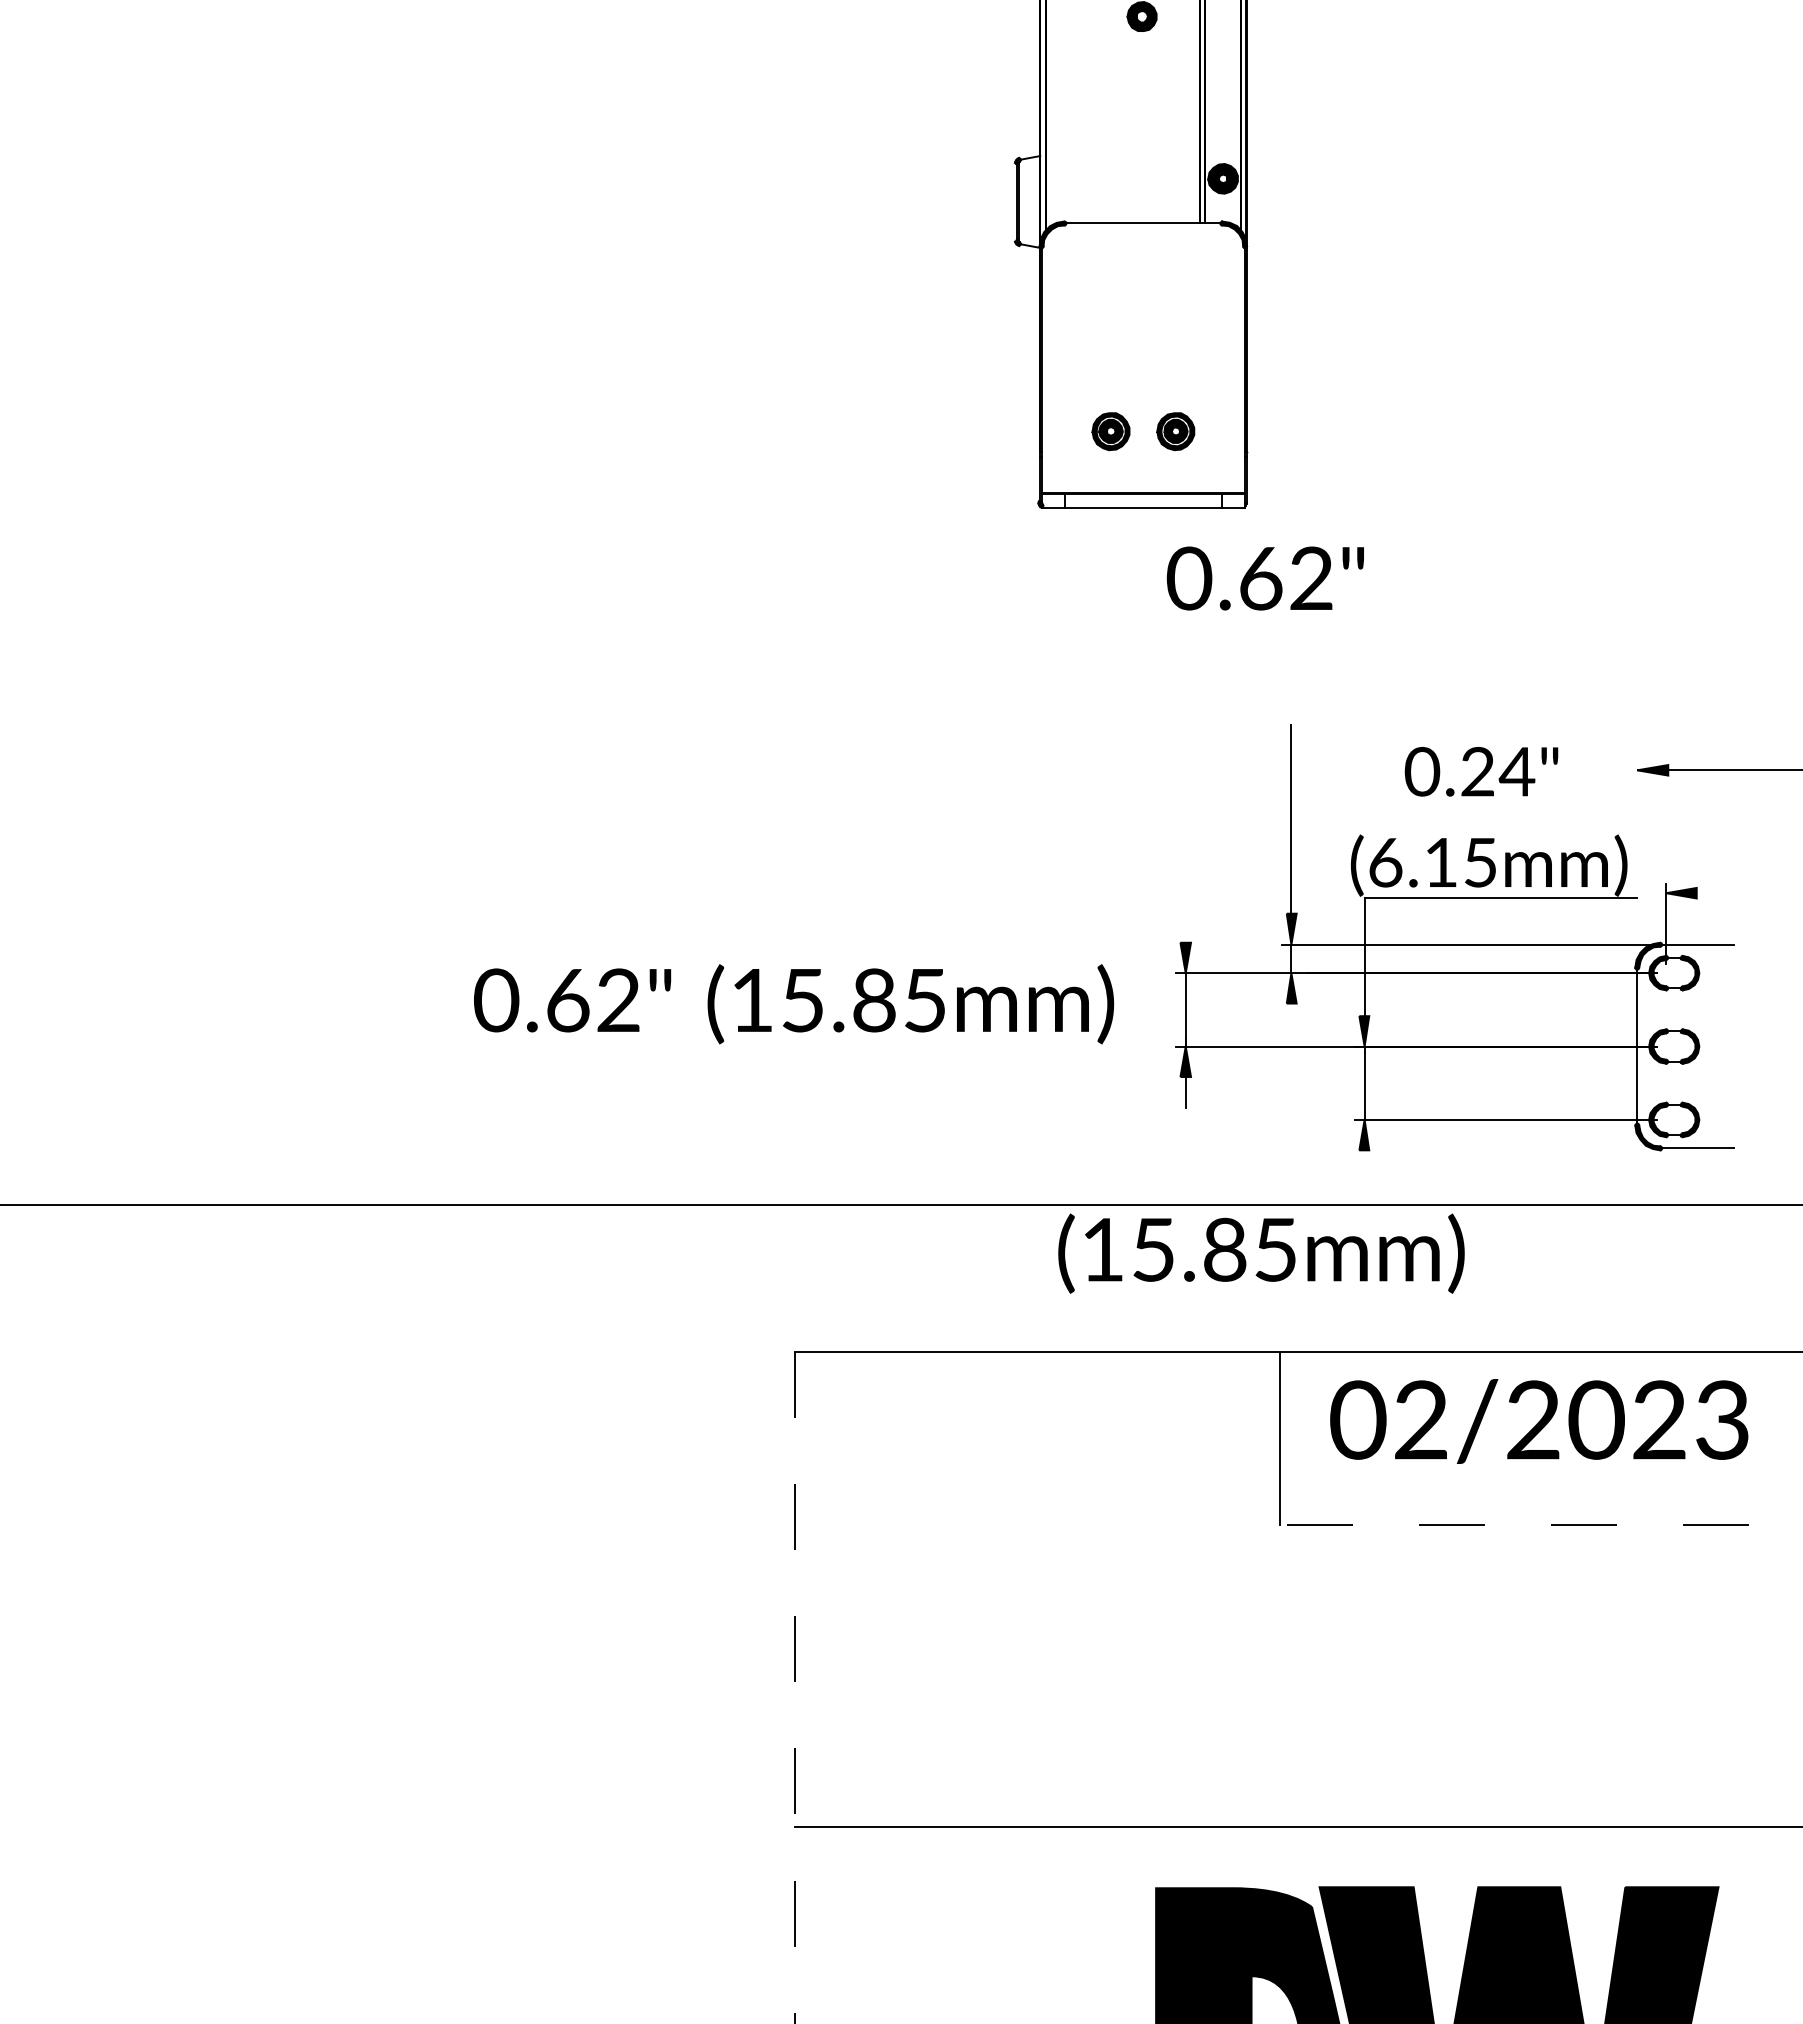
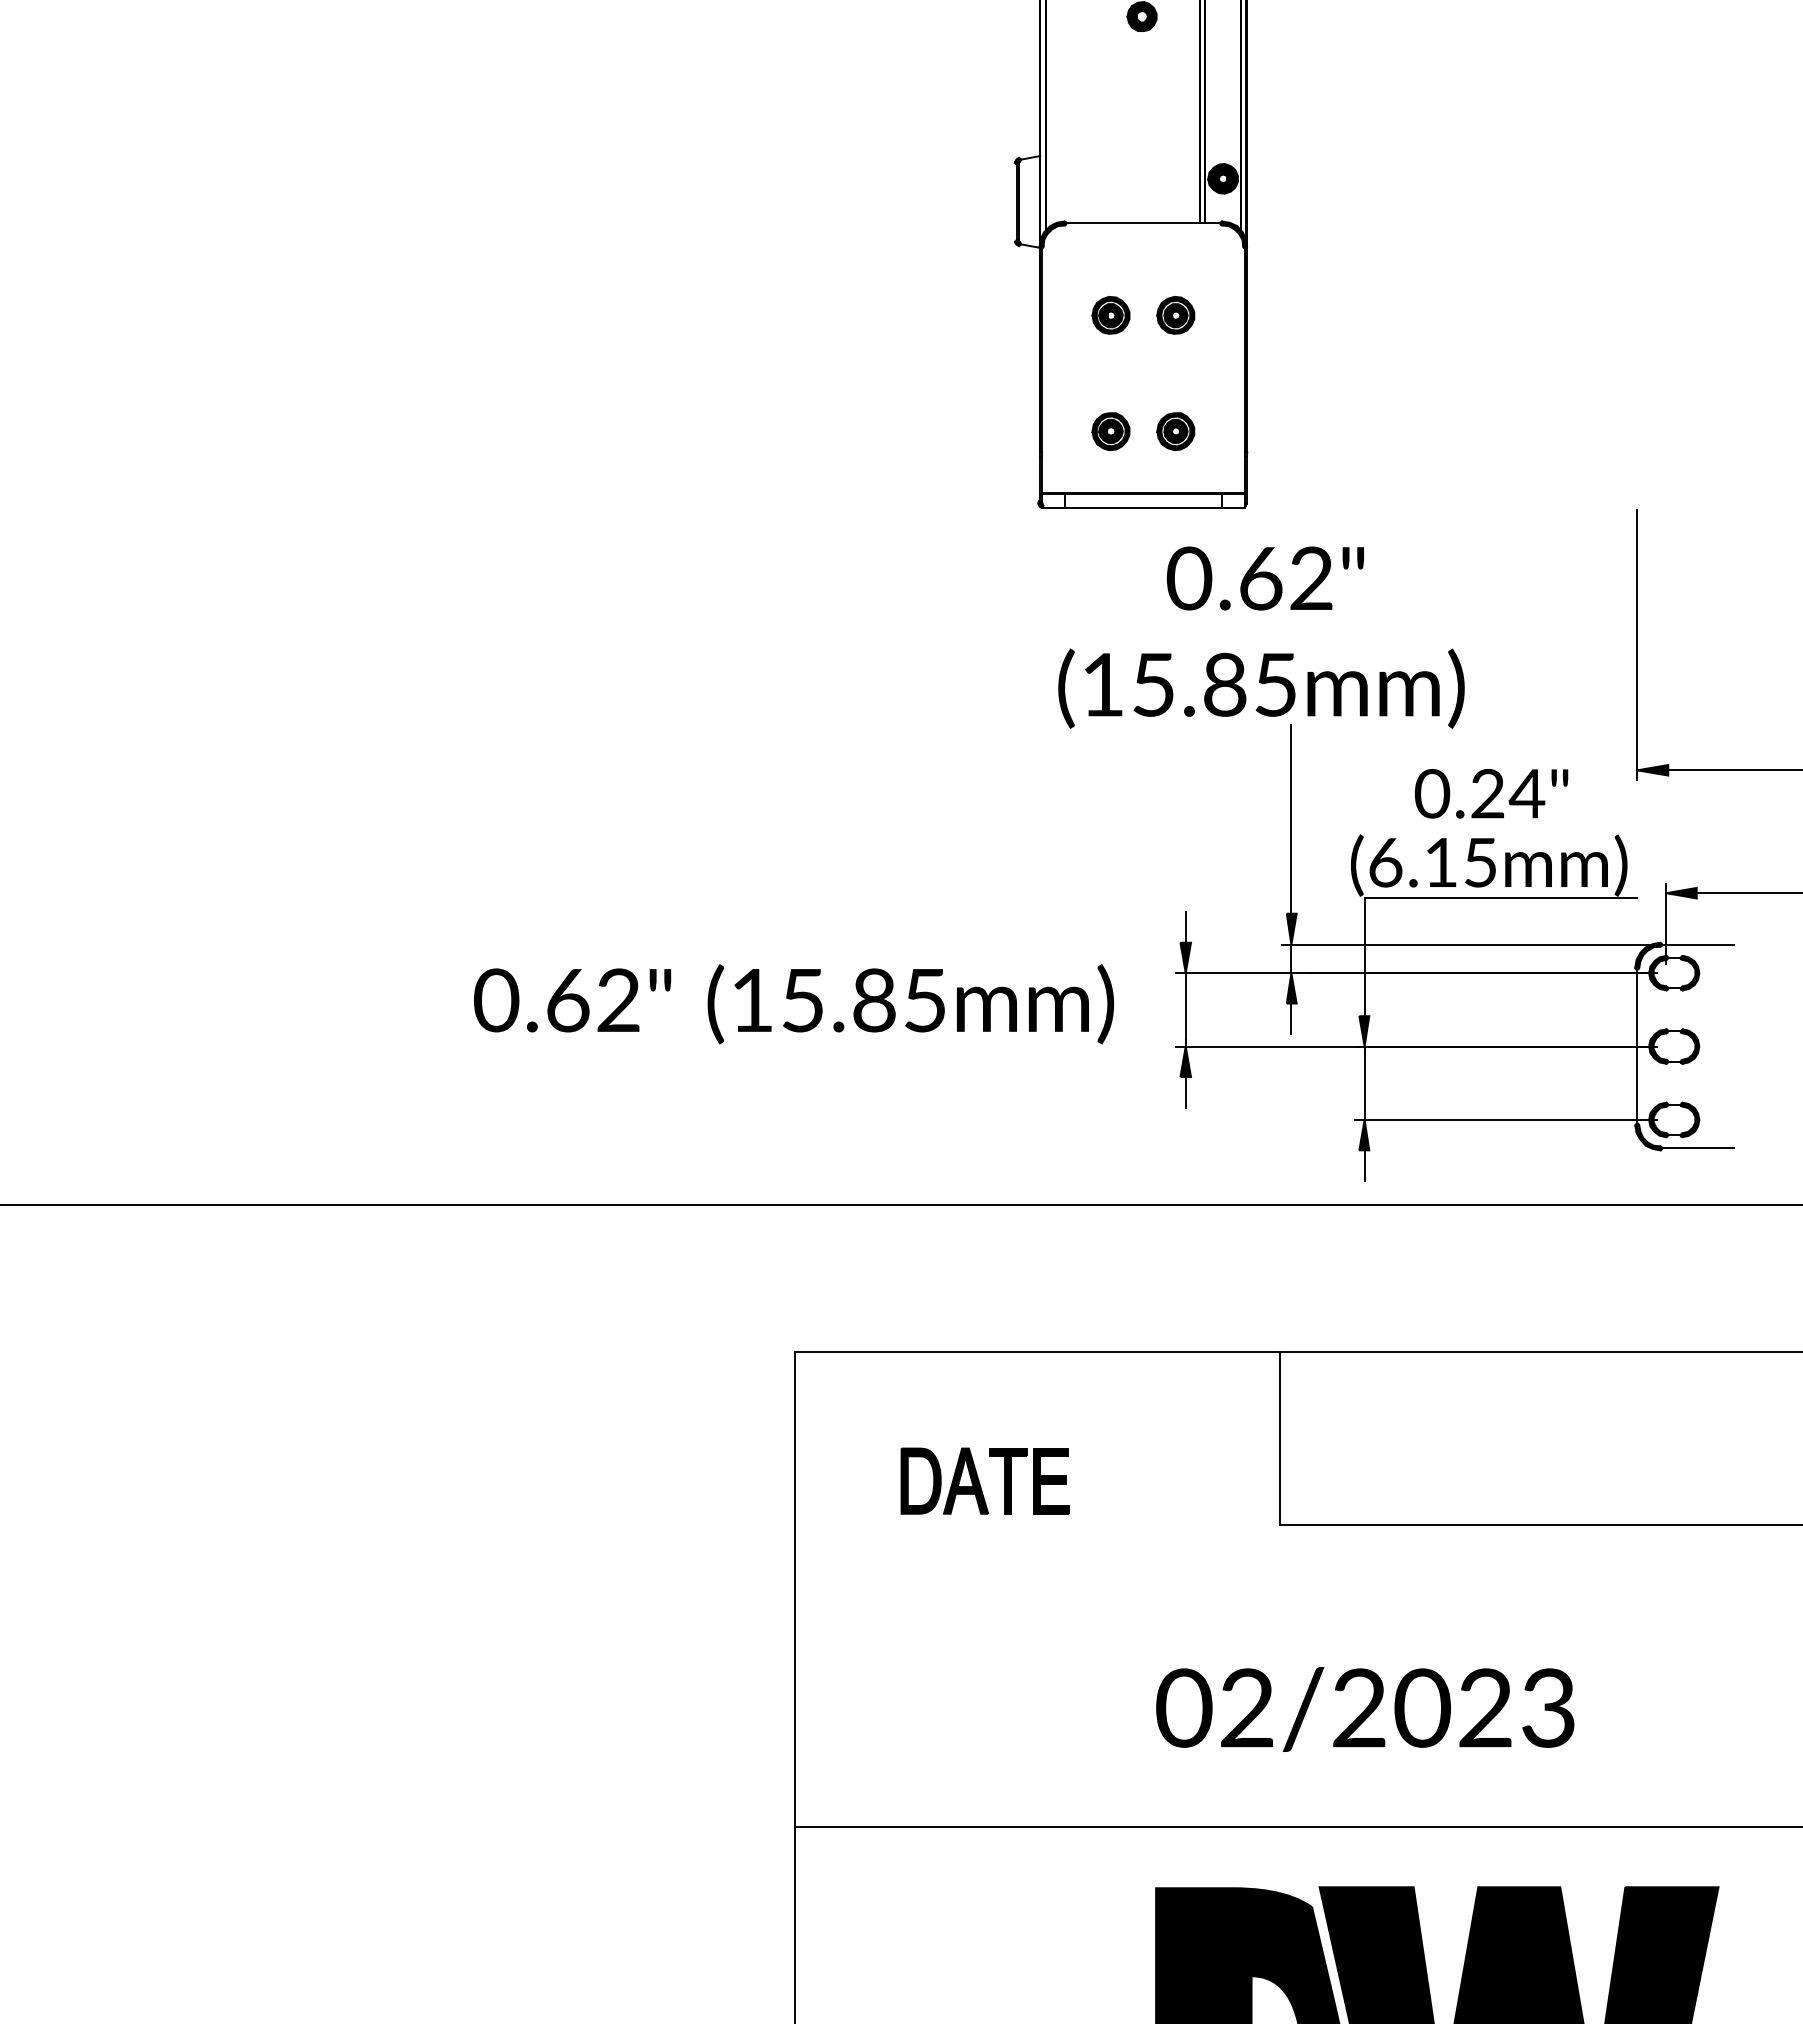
part at (1110, 315): none -> present
part at (1175, 315): none -> present
line at (1637, 644): none -> present
text at (1481, 771) position: (1481, 771) -> (1491, 793)
line at (1747, 893): none -> present
line at (1185, 926): none -> present
line at (1291, 1018): none -> present
line at (1364, 1165): none -> present
text at (1261, 1253) position: (1261, 1253) -> (1261, 688)
text at (1539, 1421) position: (1539, 1421) -> (1365, 1709)
part at (984, 1480): none -> present
line at (1541, 1524): dashed -> solid
line at (795, 1687): dashed -> solid
